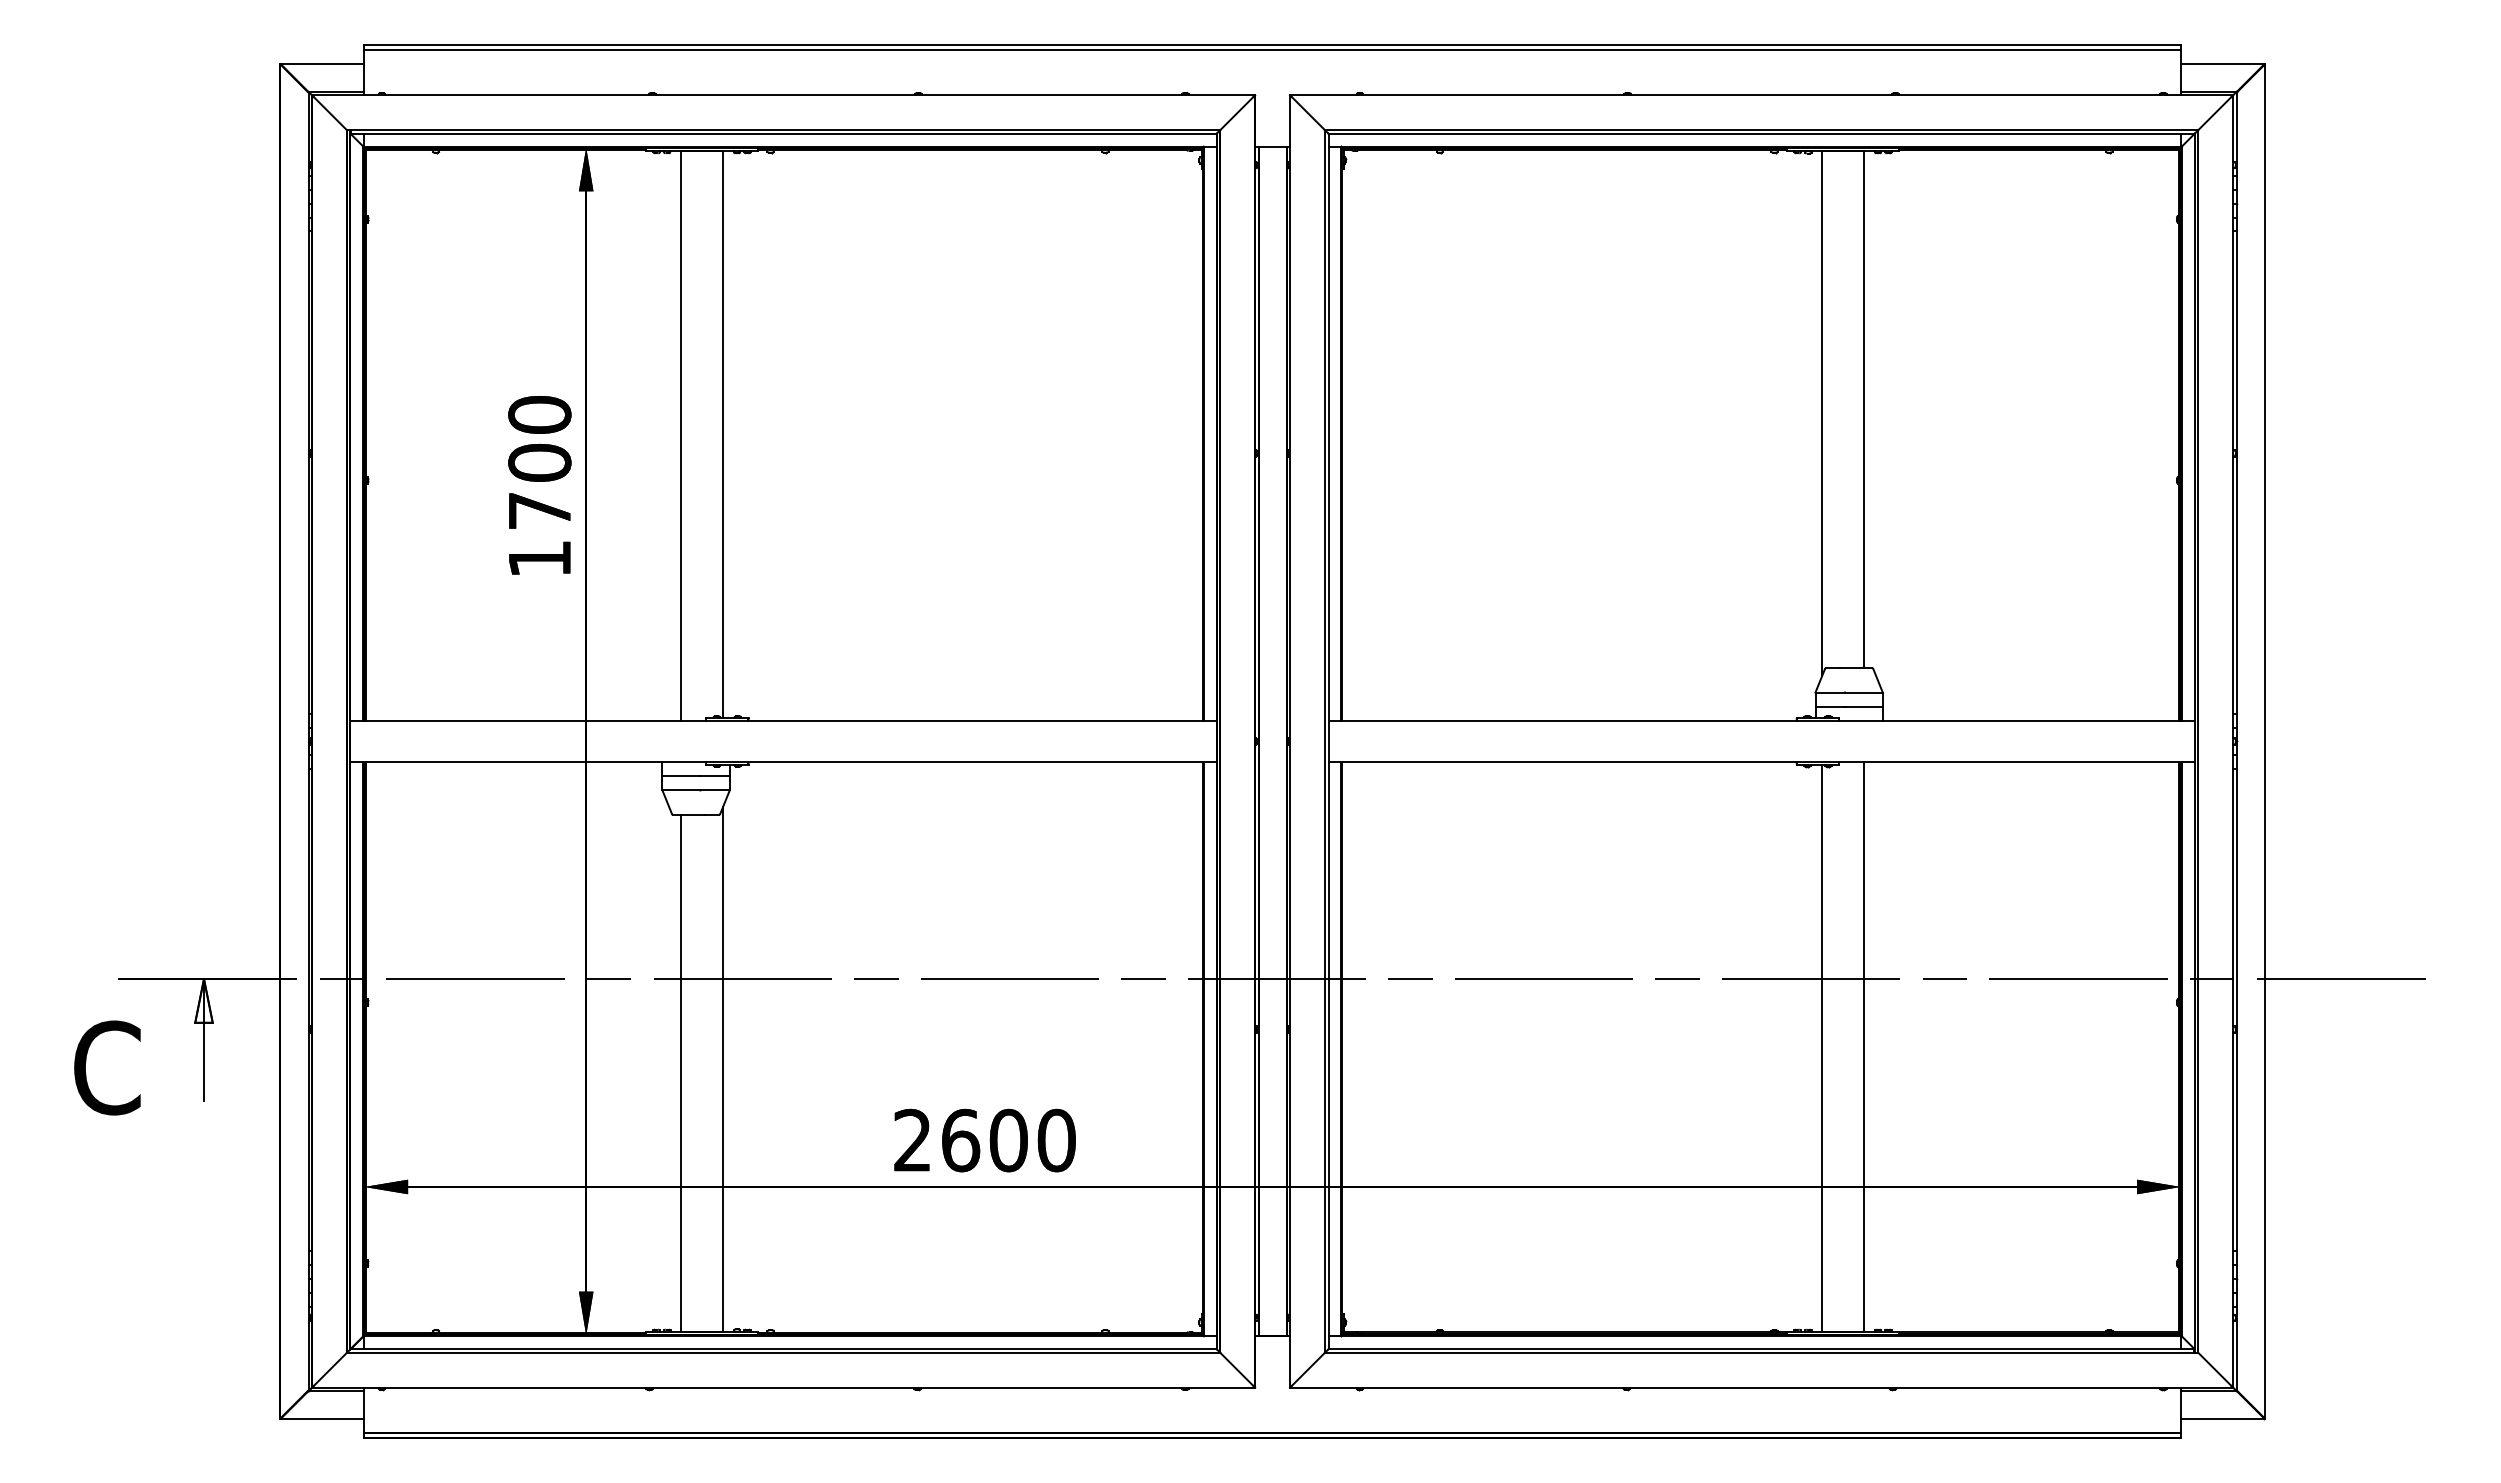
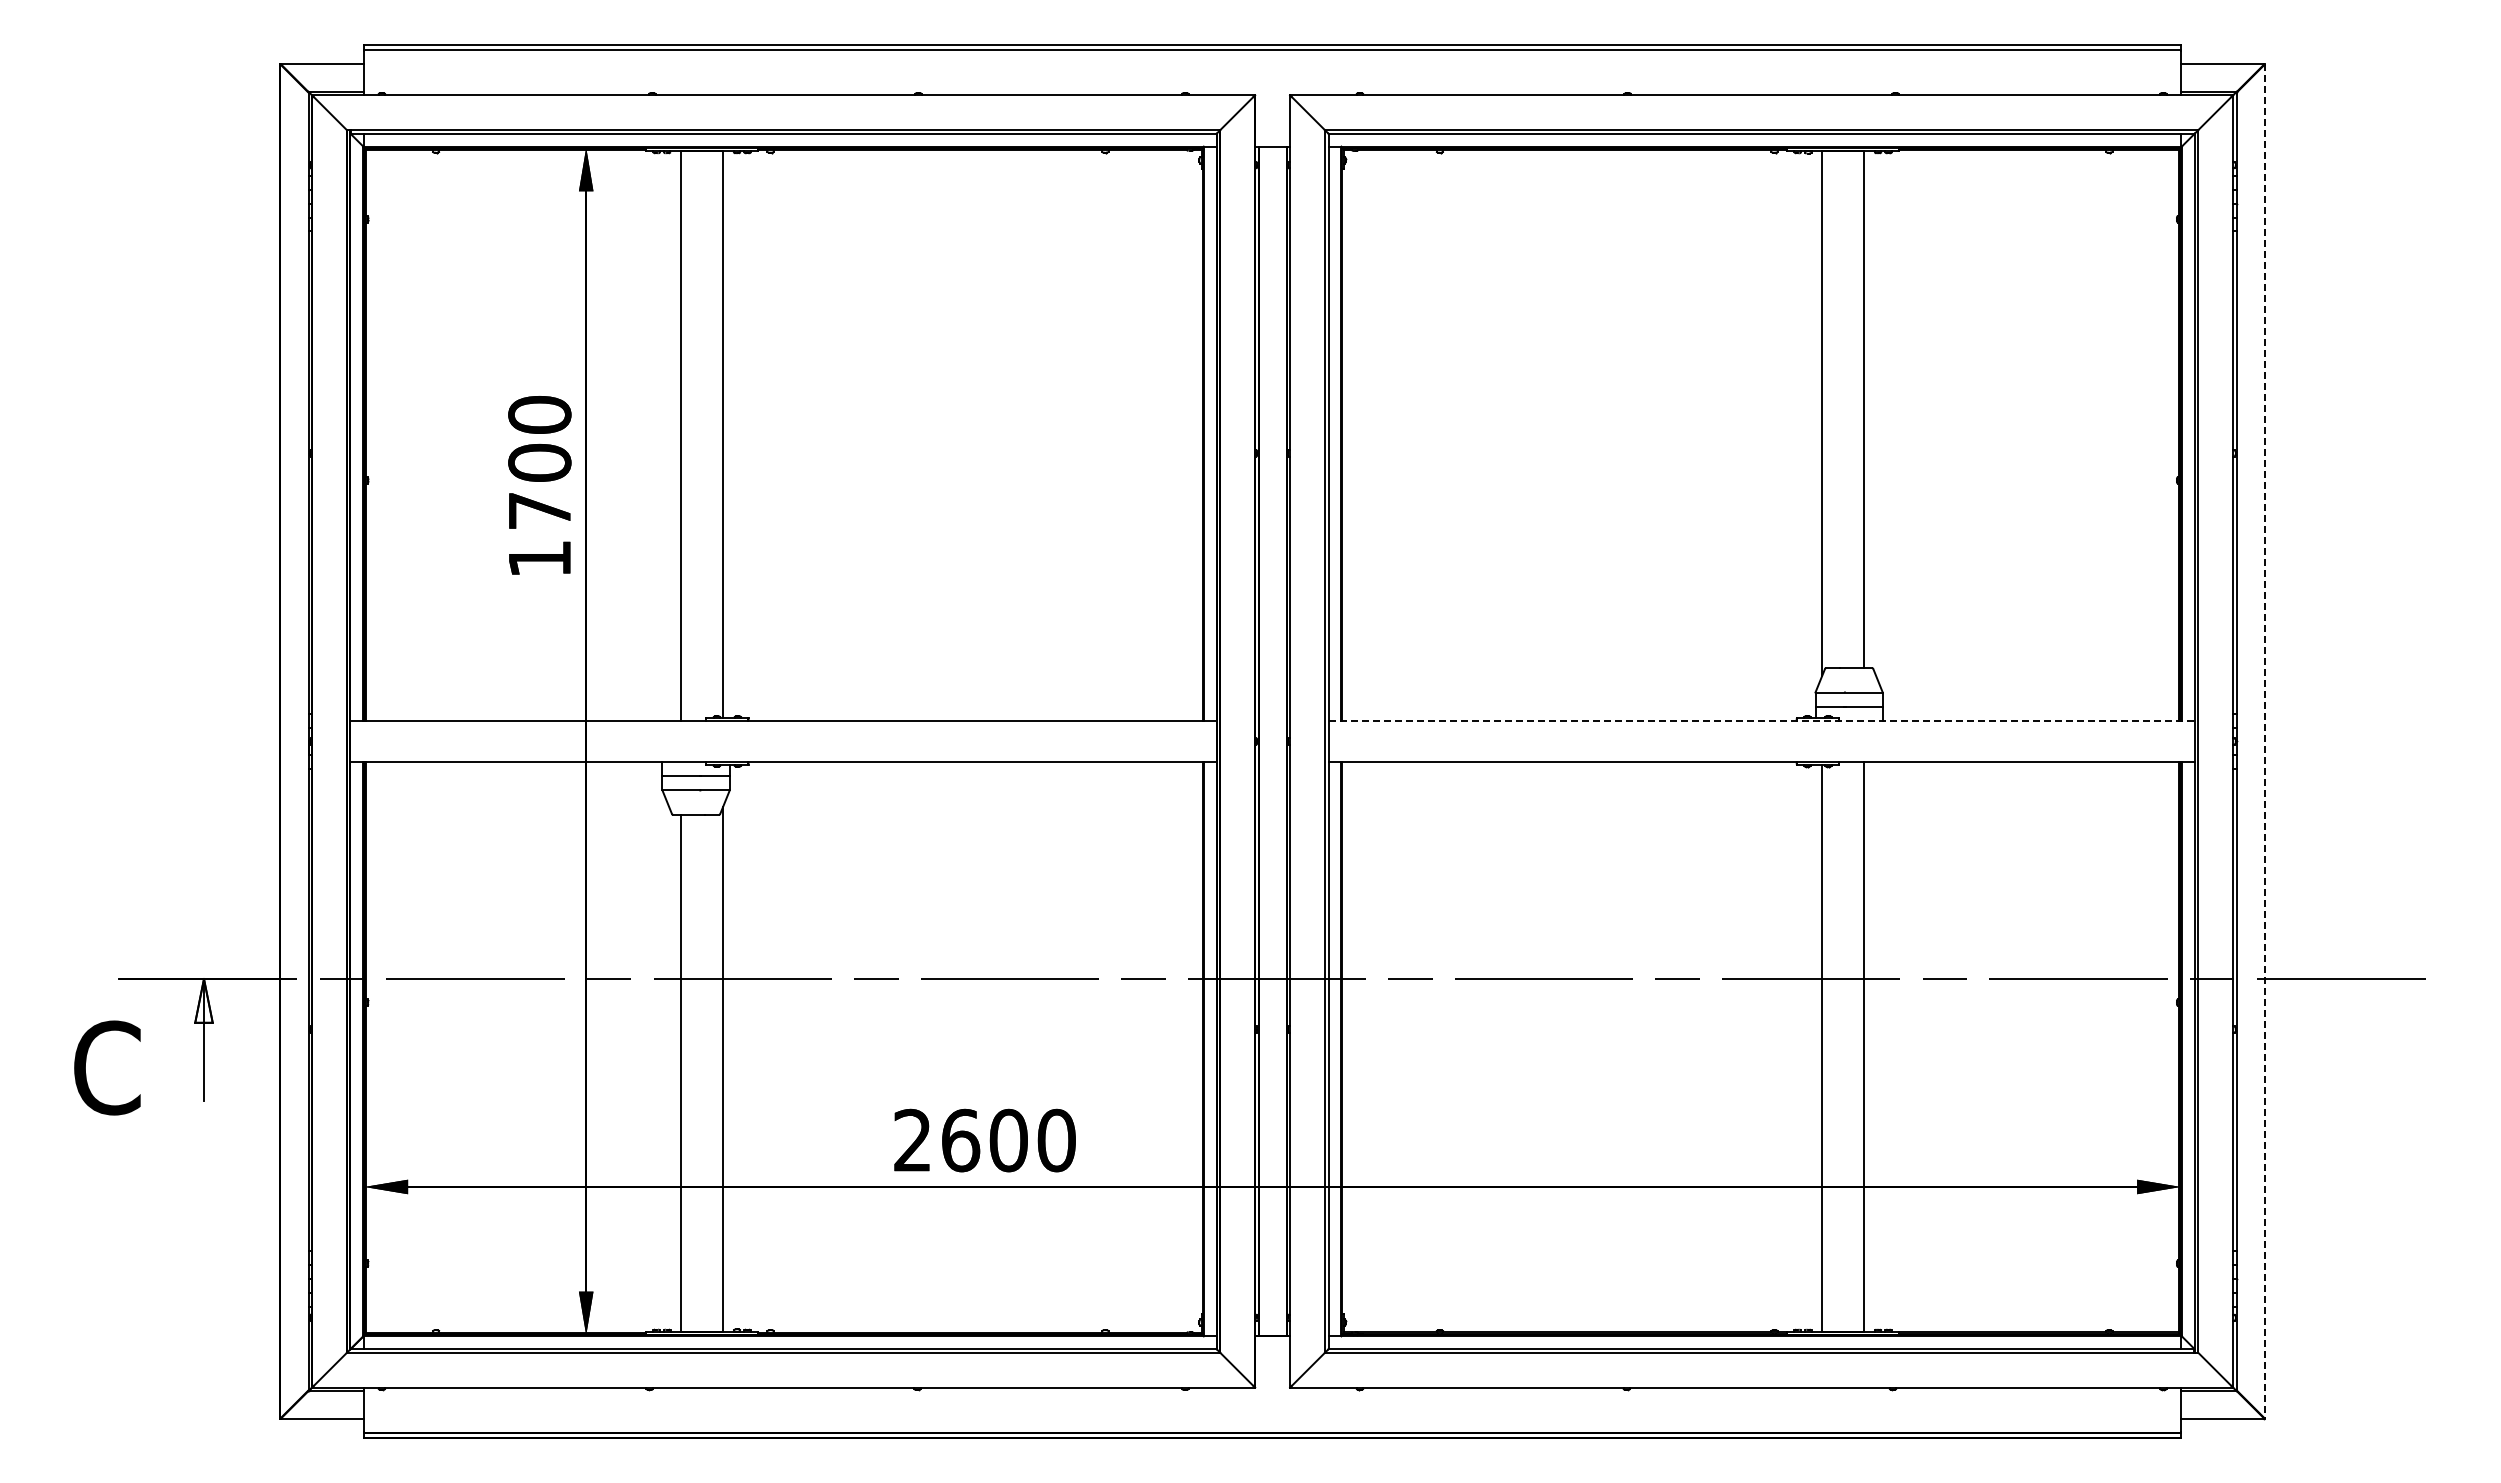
line at (1762, 720): solid -> dashed
line at (2265, 742): solid -> dashed
